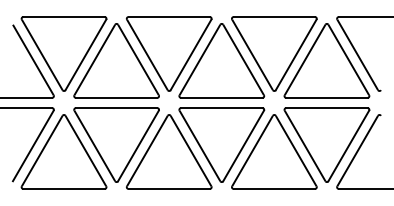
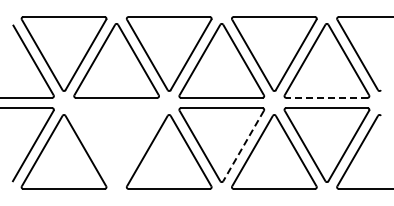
line at (326, 97): solid -> dashed
part at (116, 144): present -> none
line at (243, 145): solid -> dashed
